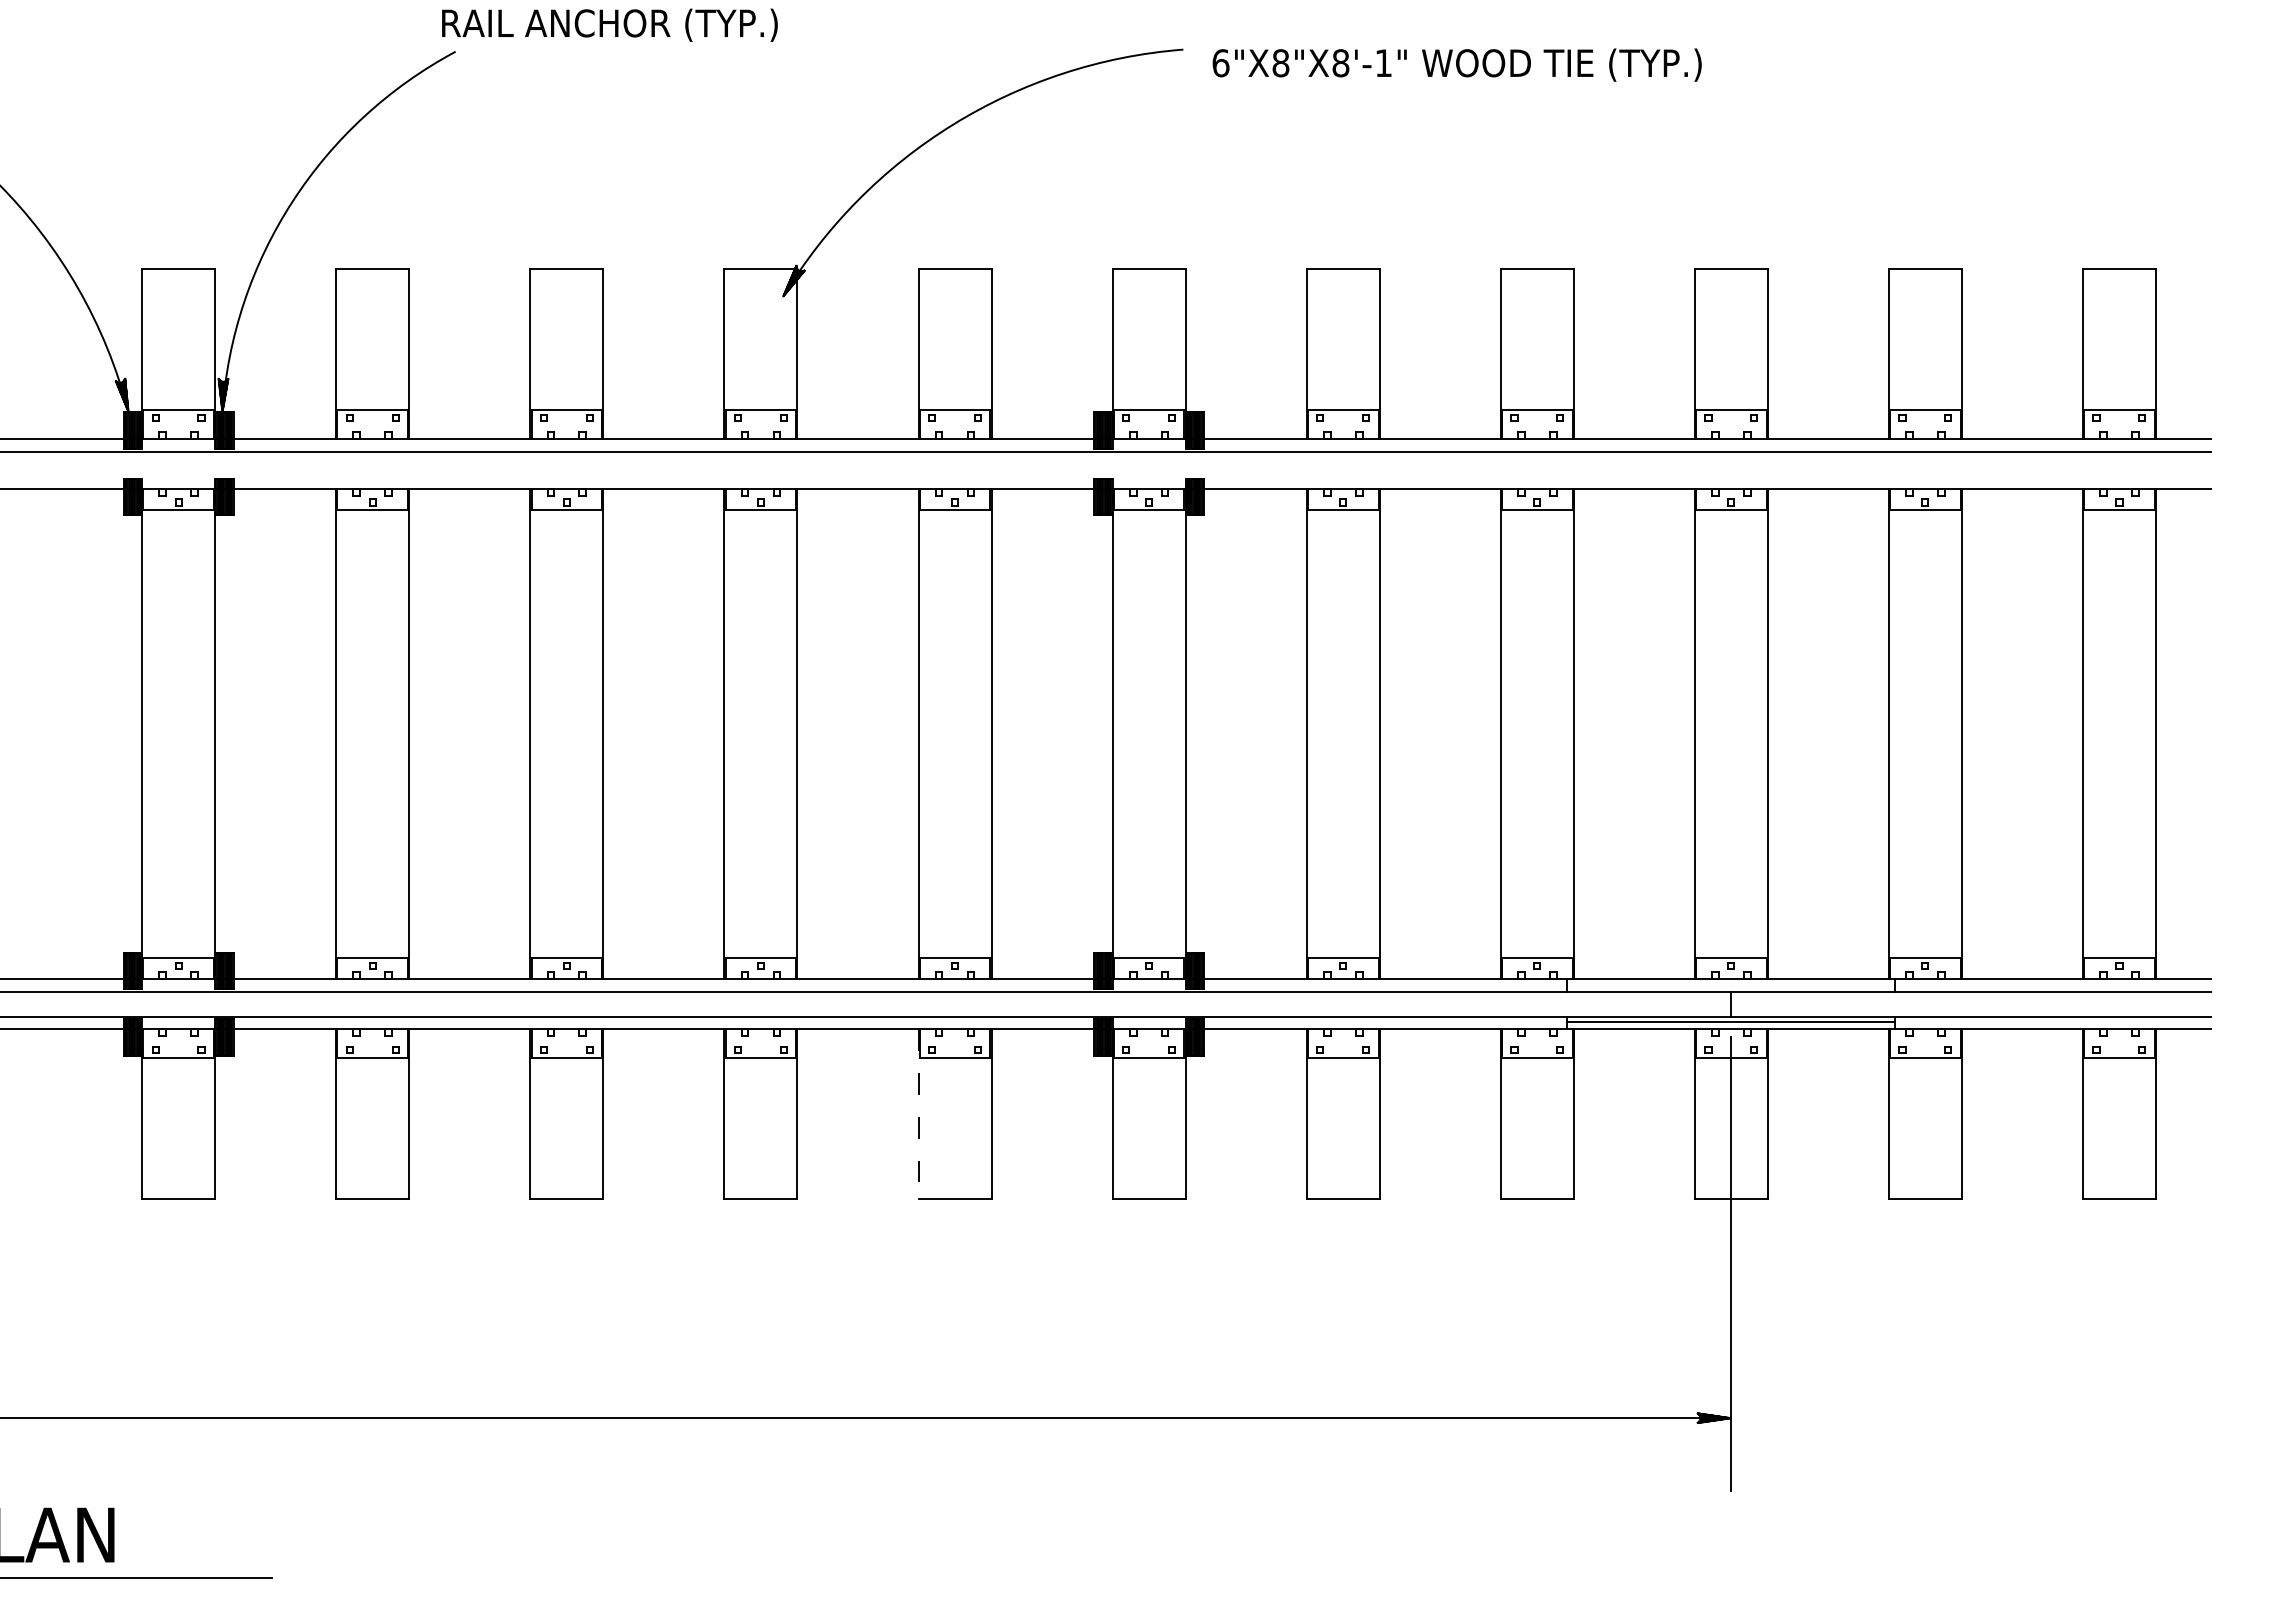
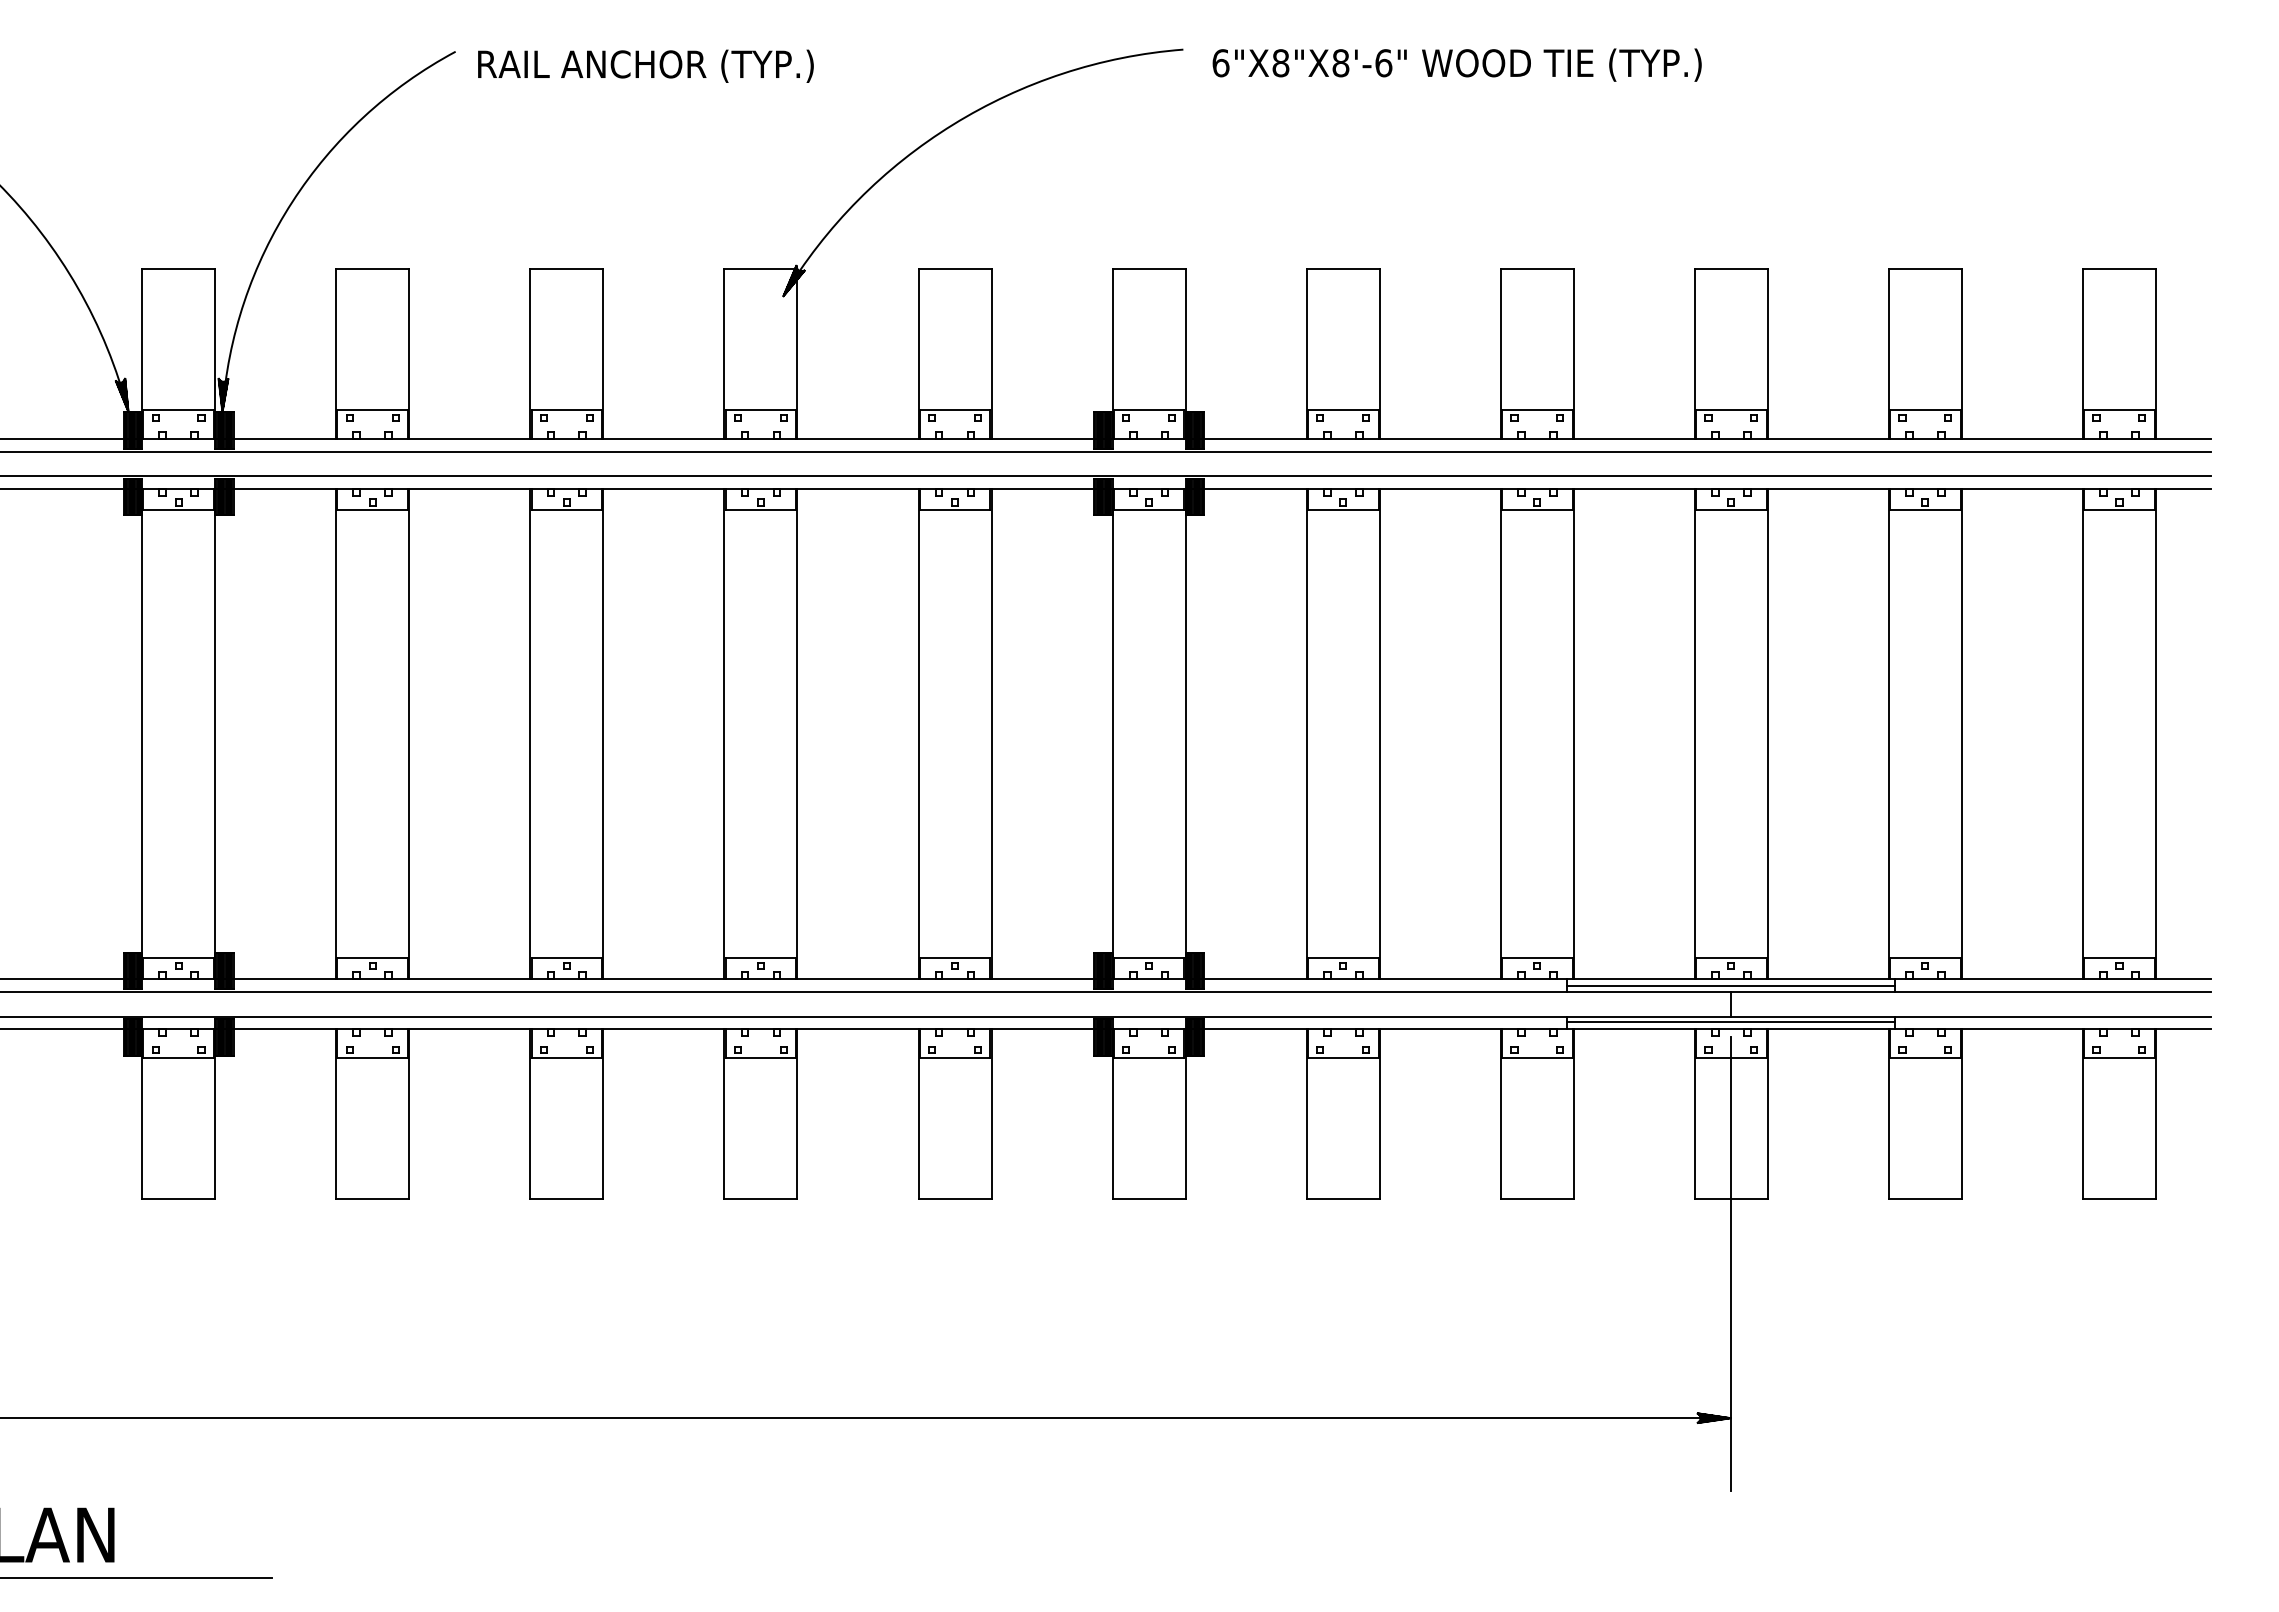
text at (609, 24) position: (609, 24) -> (645, 65)
text at (1383, 63): 6"X8"X8'-1" -> 6"X8"X8'-6"
line at (1106, 476): none -> present
line at (1731, 985): none -> present
line at (918, 1114): dashed -> solid
